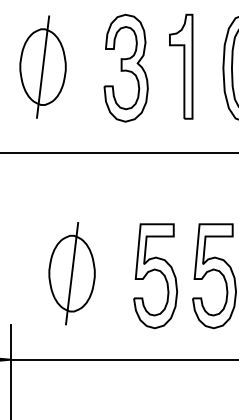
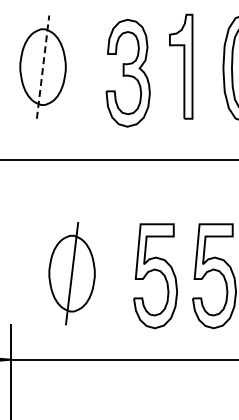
line at (43, 66): solid -> dashed
part at (125, 67) position: (125, 67) -> (127, 72)
line at (118, 153) position: (118, 153) -> (118, 160)
